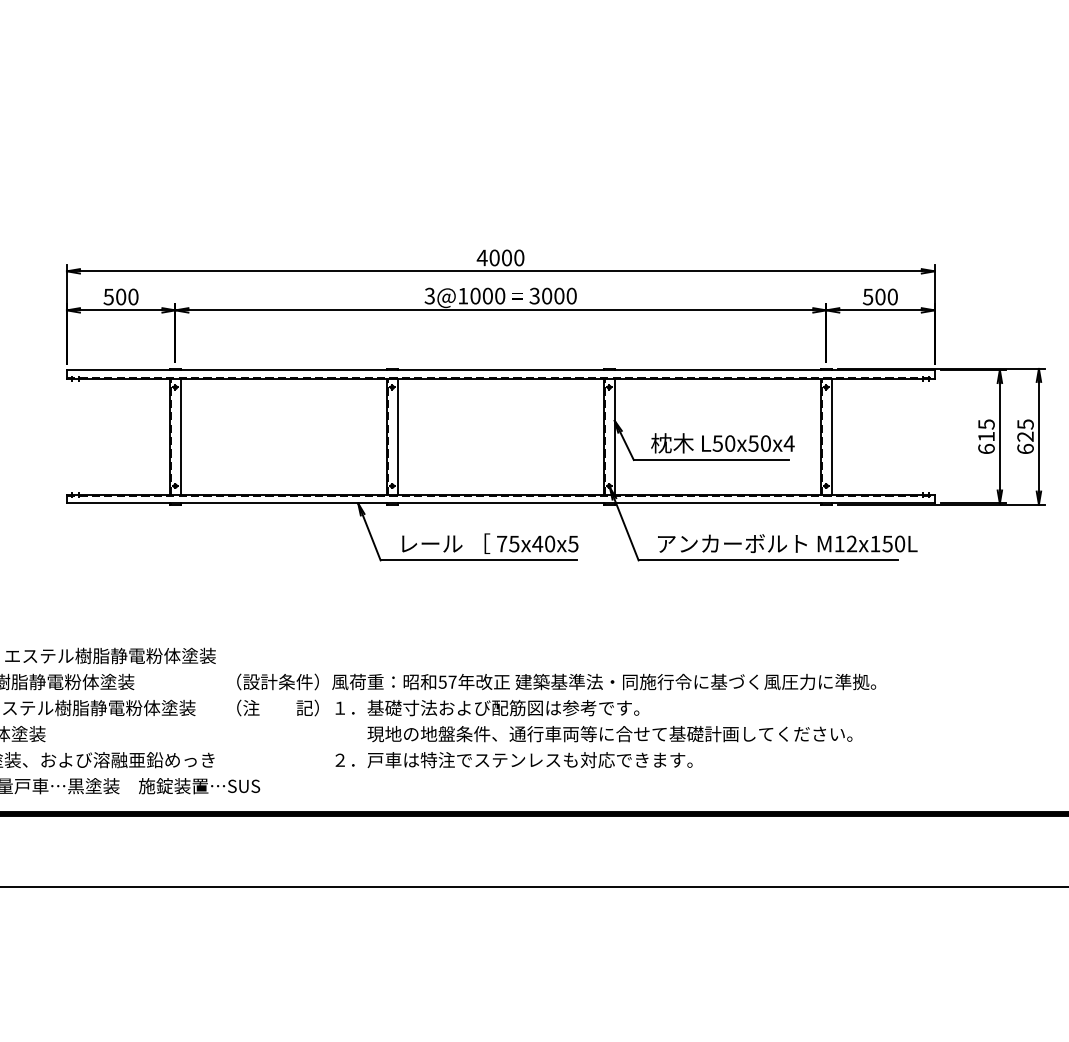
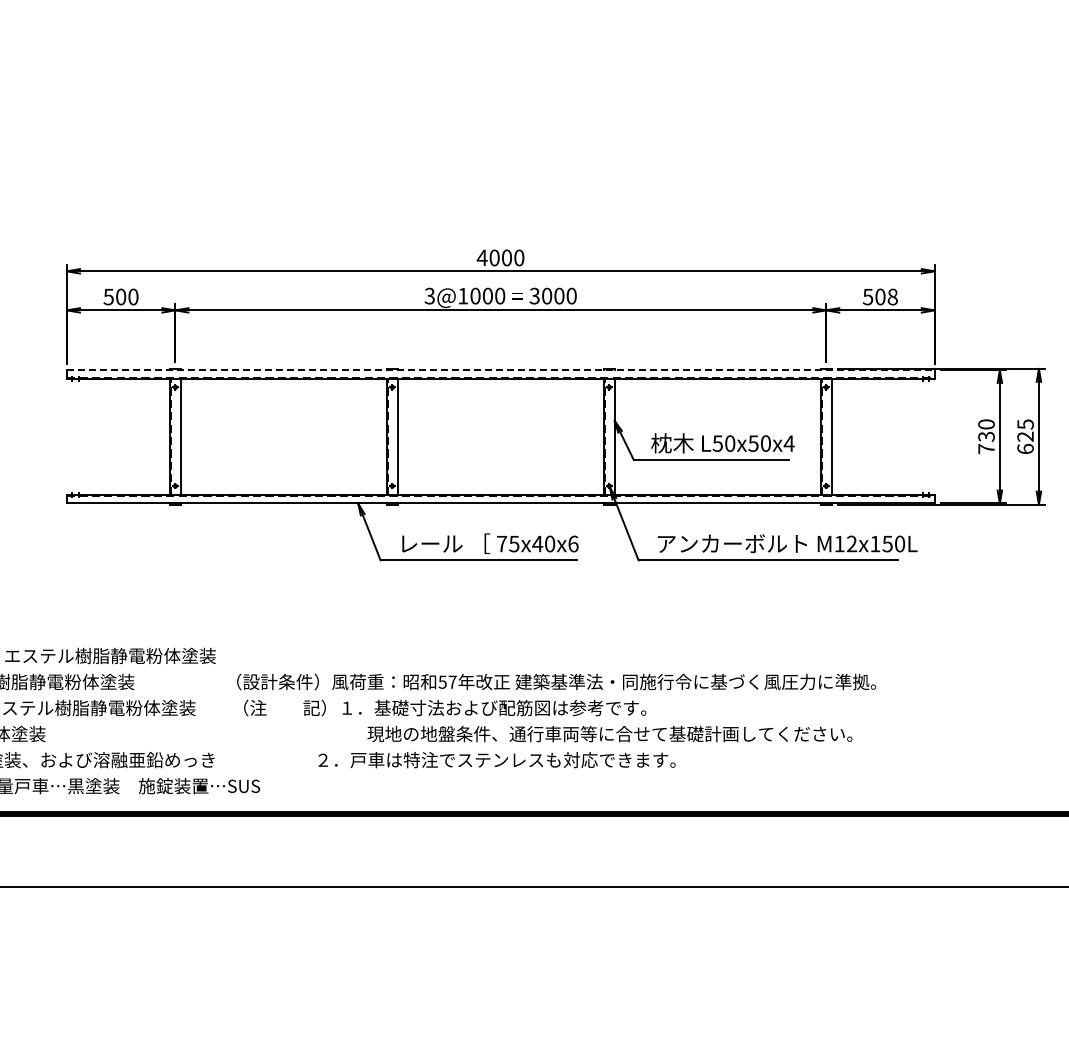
text at (892, 297): 500 -> 508
line at (500, 370): solid -> dashed
text at (986, 436): 615 -> 730
text at (573, 543): 75x40x5 -> 75x40x6
text at (438, 707) position: (438, 707) -> (445, 707)
text at (513, 760) position: (513, 760) -> (496, 760)
